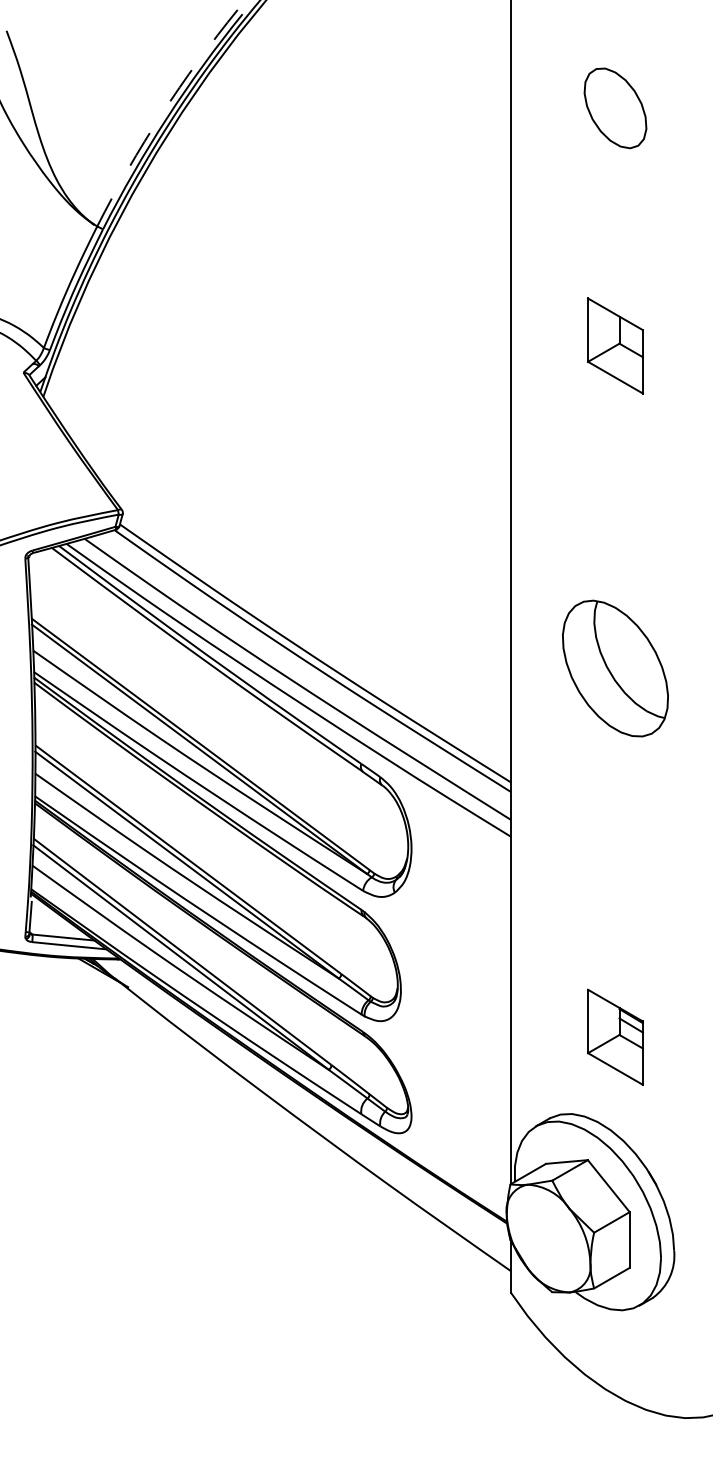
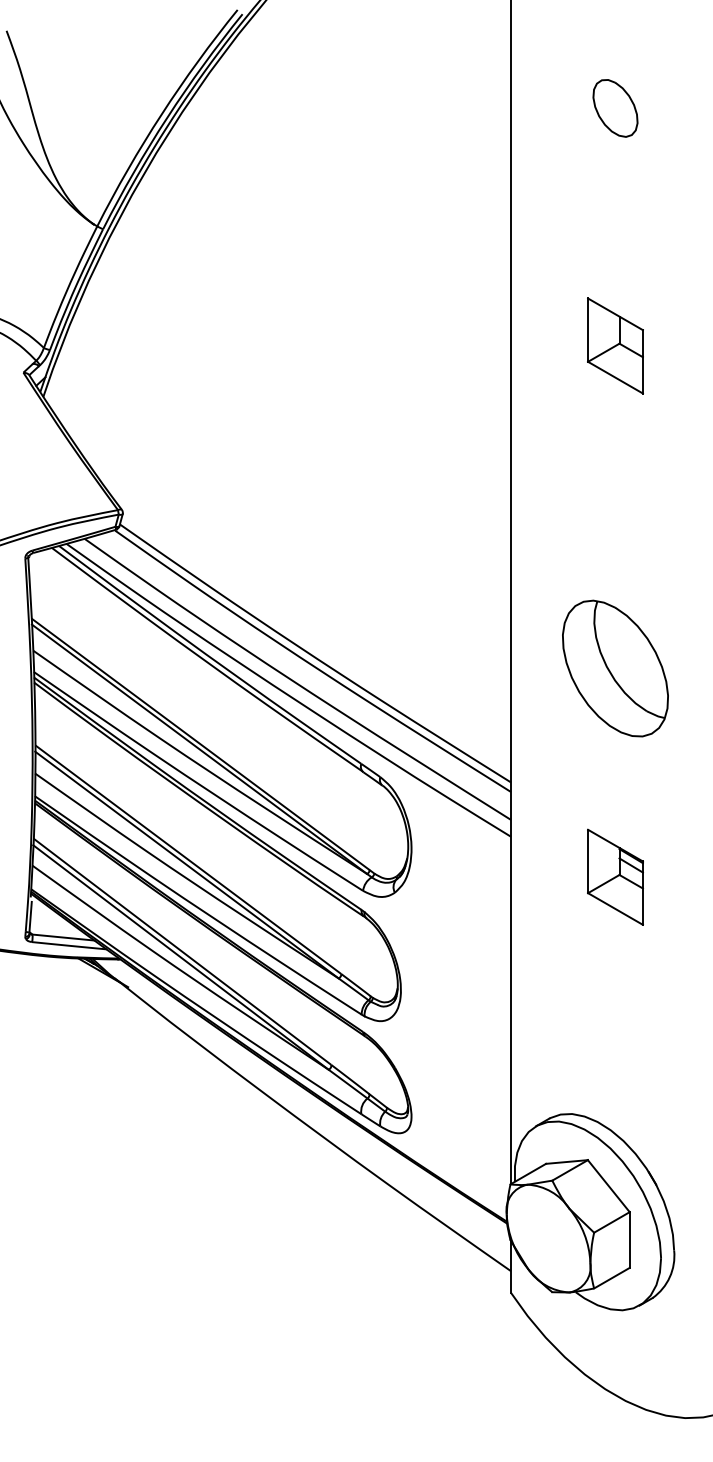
part at (615, 108) size: 65x83 px -> 47x59 px
arc at (161, 114): dashed -> solid
part at (615, 1036) position: (615, 1036) -> (615, 876)
